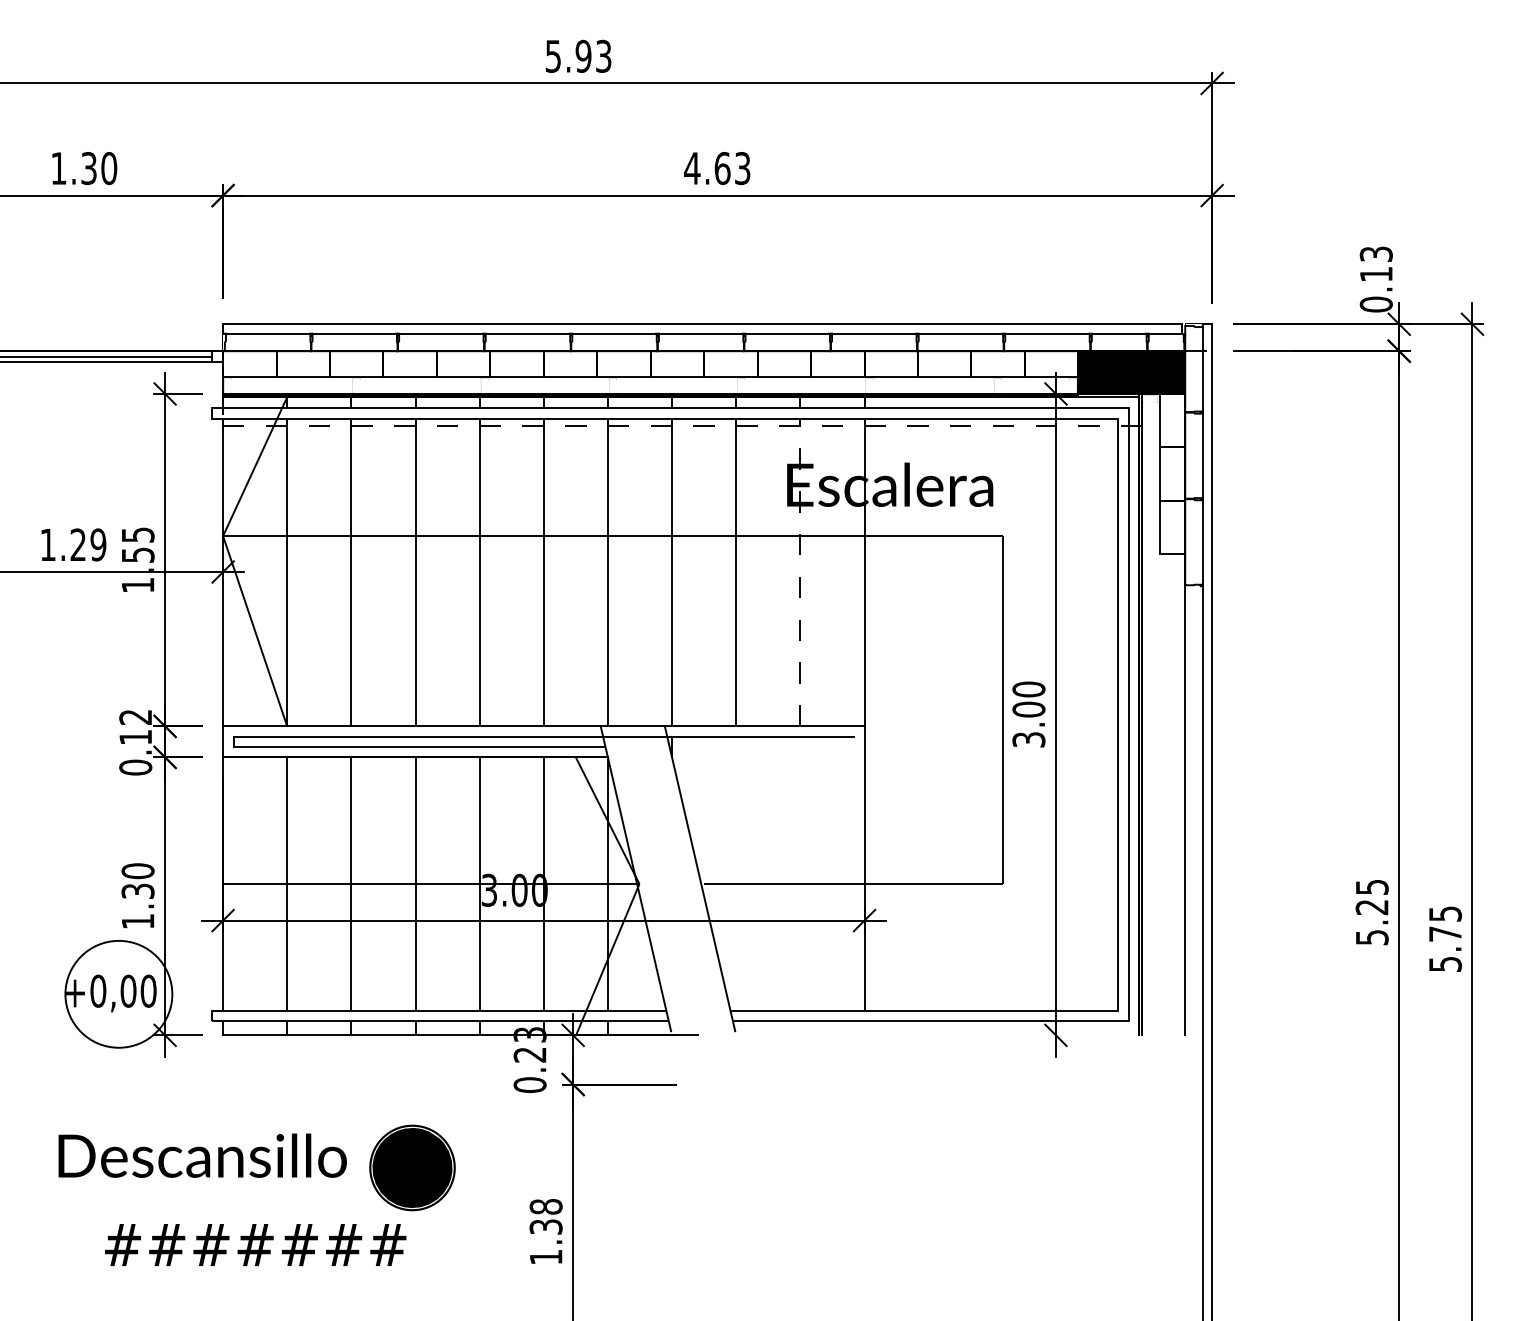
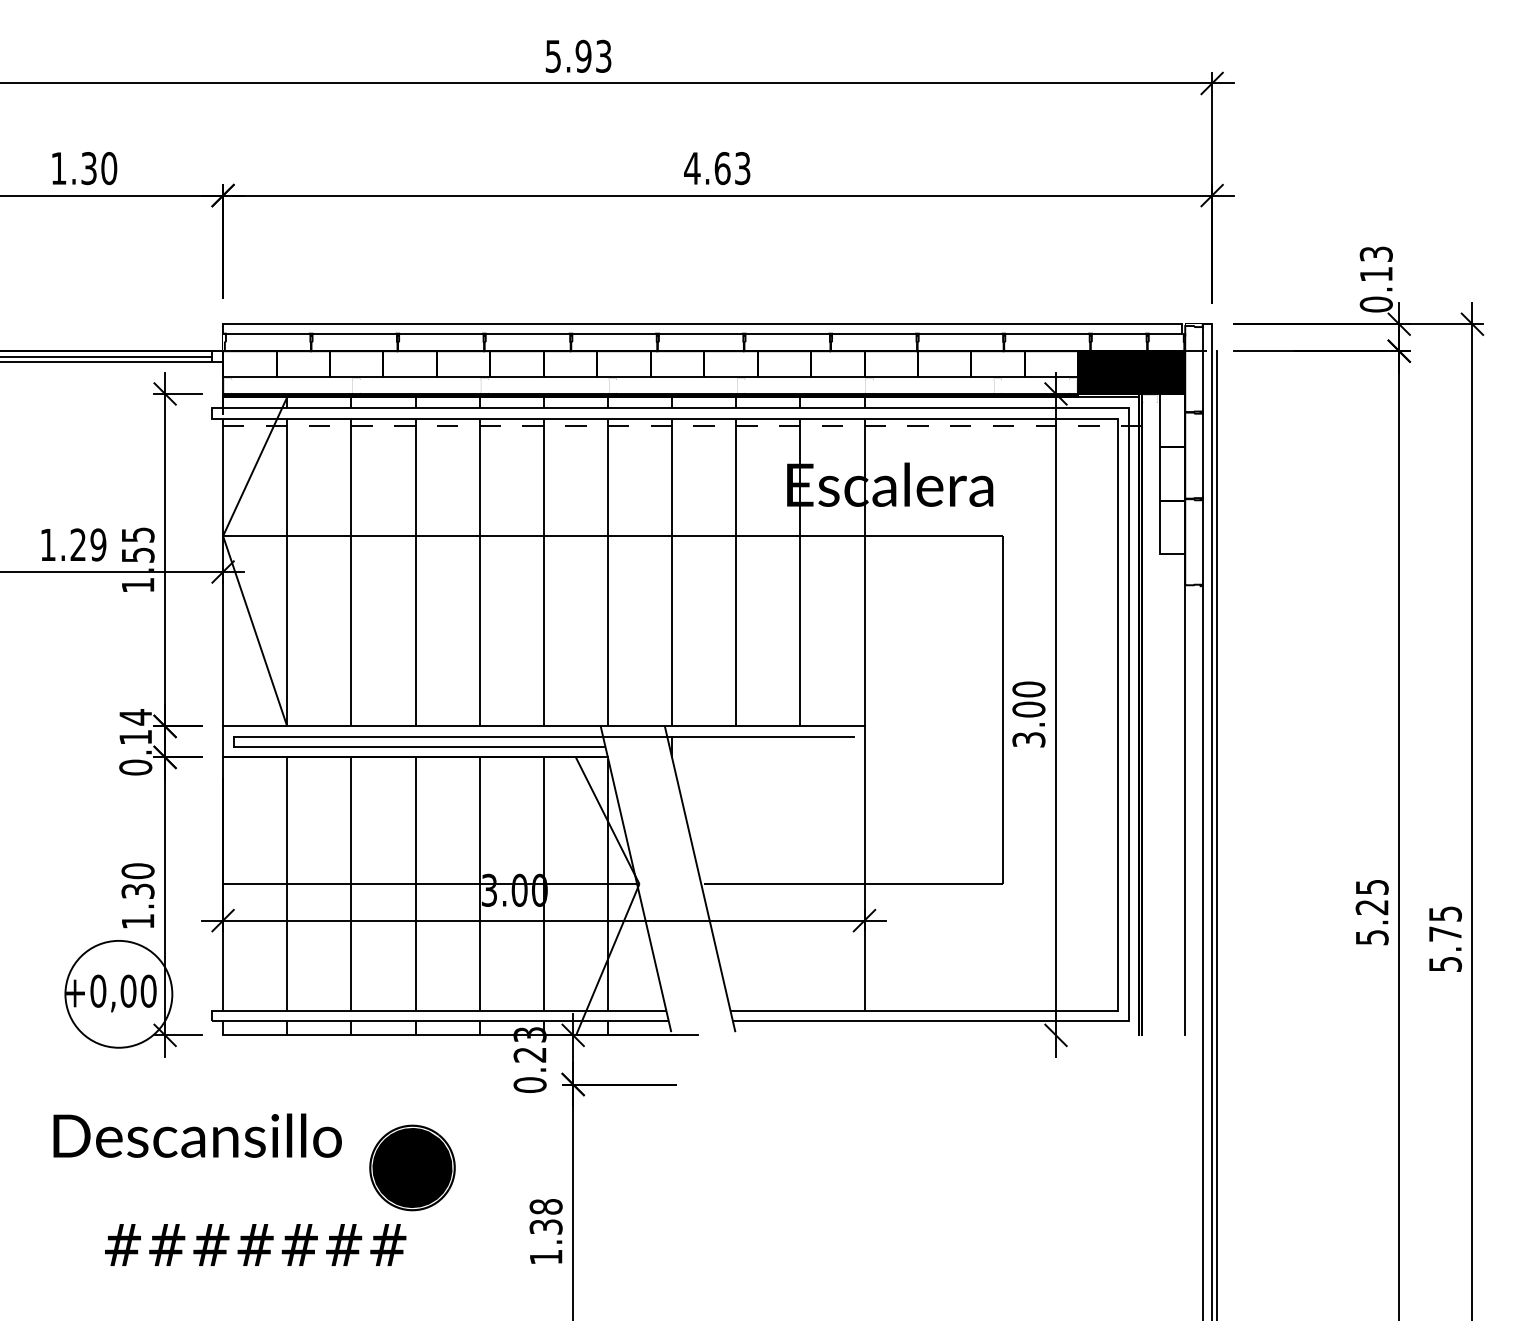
line at (800, 572): dashed -> solid
text at (135, 717): 0.12 -> 0.14
line at (1217, 834): none -> present
text at (202, 1155) position: (202, 1155) -> (197, 1135)
